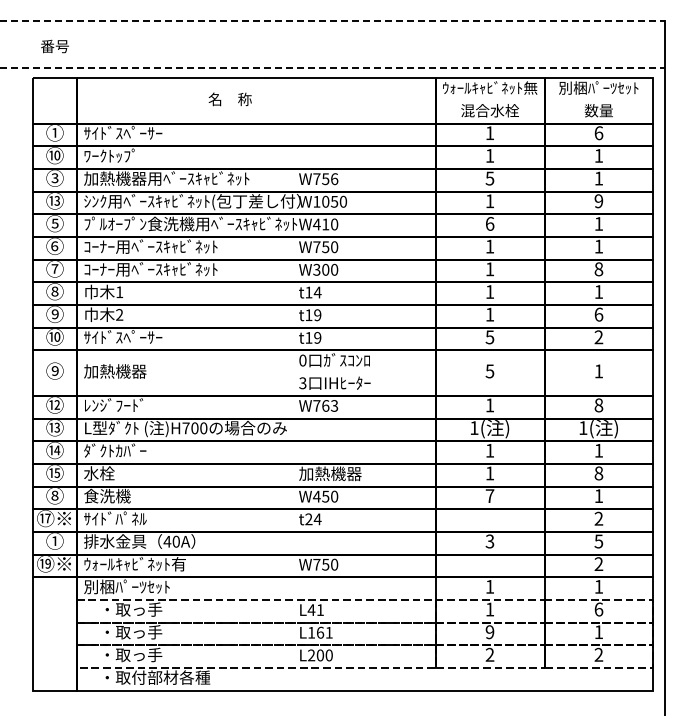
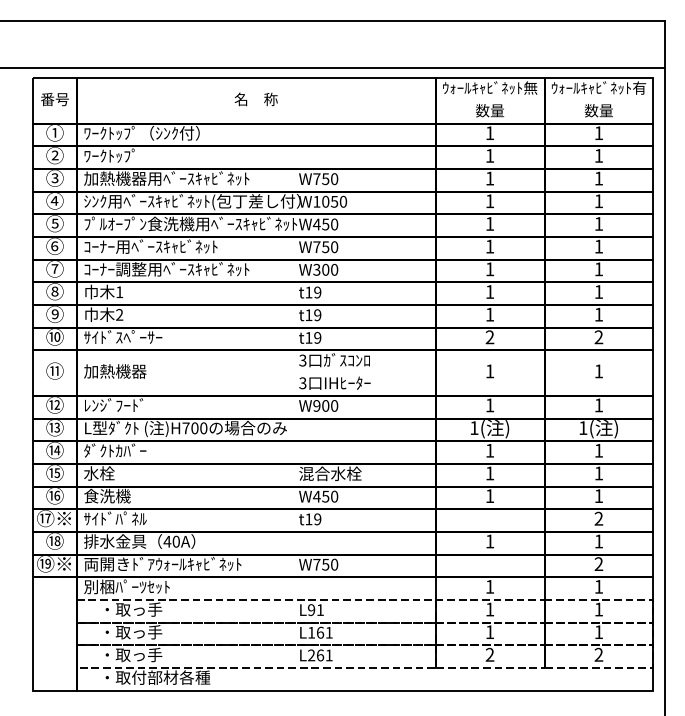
line at (332, 21): dashed -> solid
text at (54, 46) position: (54, 46) -> (54, 99)
line at (332, 68): dashed -> solid
text at (598, 87): 別梱ﾊﾟｰﾂｾｯﾄ -> ｳｫｰﾙｷｬﾋﾞﾈｯﾄ有
text at (229, 99) position: (229, 99) -> (255, 99)
text at (489, 110): 混合水栓 -> 数量
text at (141, 132): ｻｲﾄﾞｽﾍﾟｰｻｰ -> ﾜｰｸﾄｯﾌﾟ（ｼﾝｸ付）
text at (598, 133): 6 -> 1
text at (54, 155): ⑩ -> ②
text at (334, 178): W756 -> W750
text at (489, 178): 5 -> 1
text at (54, 200): ⑬ -> ④
text at (598, 201): 9 -> 1
text at (490, 223): 6 -> 1
text at (325, 224): W410 -> W450
text at (182, 269): ｺｰﾅｰ用ﾍﾞｰｽｷｬﾋﾞﾈｯﾄ -> ｺｰﾅｰ調整用ﾍﾞｰｽｷｬﾋﾞﾈｯﾄ
text at (598, 269): 8 -> 1
text at (317, 292): t14 -> t19
text at (598, 314): 6 -> 1
text at (489, 337): 5 -> 2
text at (302, 360): 0 -> 3
text at (54, 370): ⑨ -> ⑪
text at (489, 371): 5 -> 1
text at (325, 405): W763 -> W900
text at (598, 405): 8 -> 1
text at (330, 473): 加熱機器 -> 混合水栓
text at (598, 473): 8 -> 1
text at (54, 495): ⑧ -> ⑯
text at (489, 495): 7 -> 1
text at (313, 519): t24 -> t19
text at (54, 541): ① -> ⑱
text at (489, 541): 3 -> 1
text at (598, 541): 5 -> 1
text at (162, 563): ｳｫｰﾙｷｬﾋﾞﾈｯﾄ有 -> 両開きﾄﾞｱｳｫｰﾙｷｬﾋﾞﾈｯﾄ
text at (598, 609): 6 -> 1
text at (311, 610): L41 -> L91
text at (489, 632): 9 -> 1
text at (324, 655): L200 -> L261
